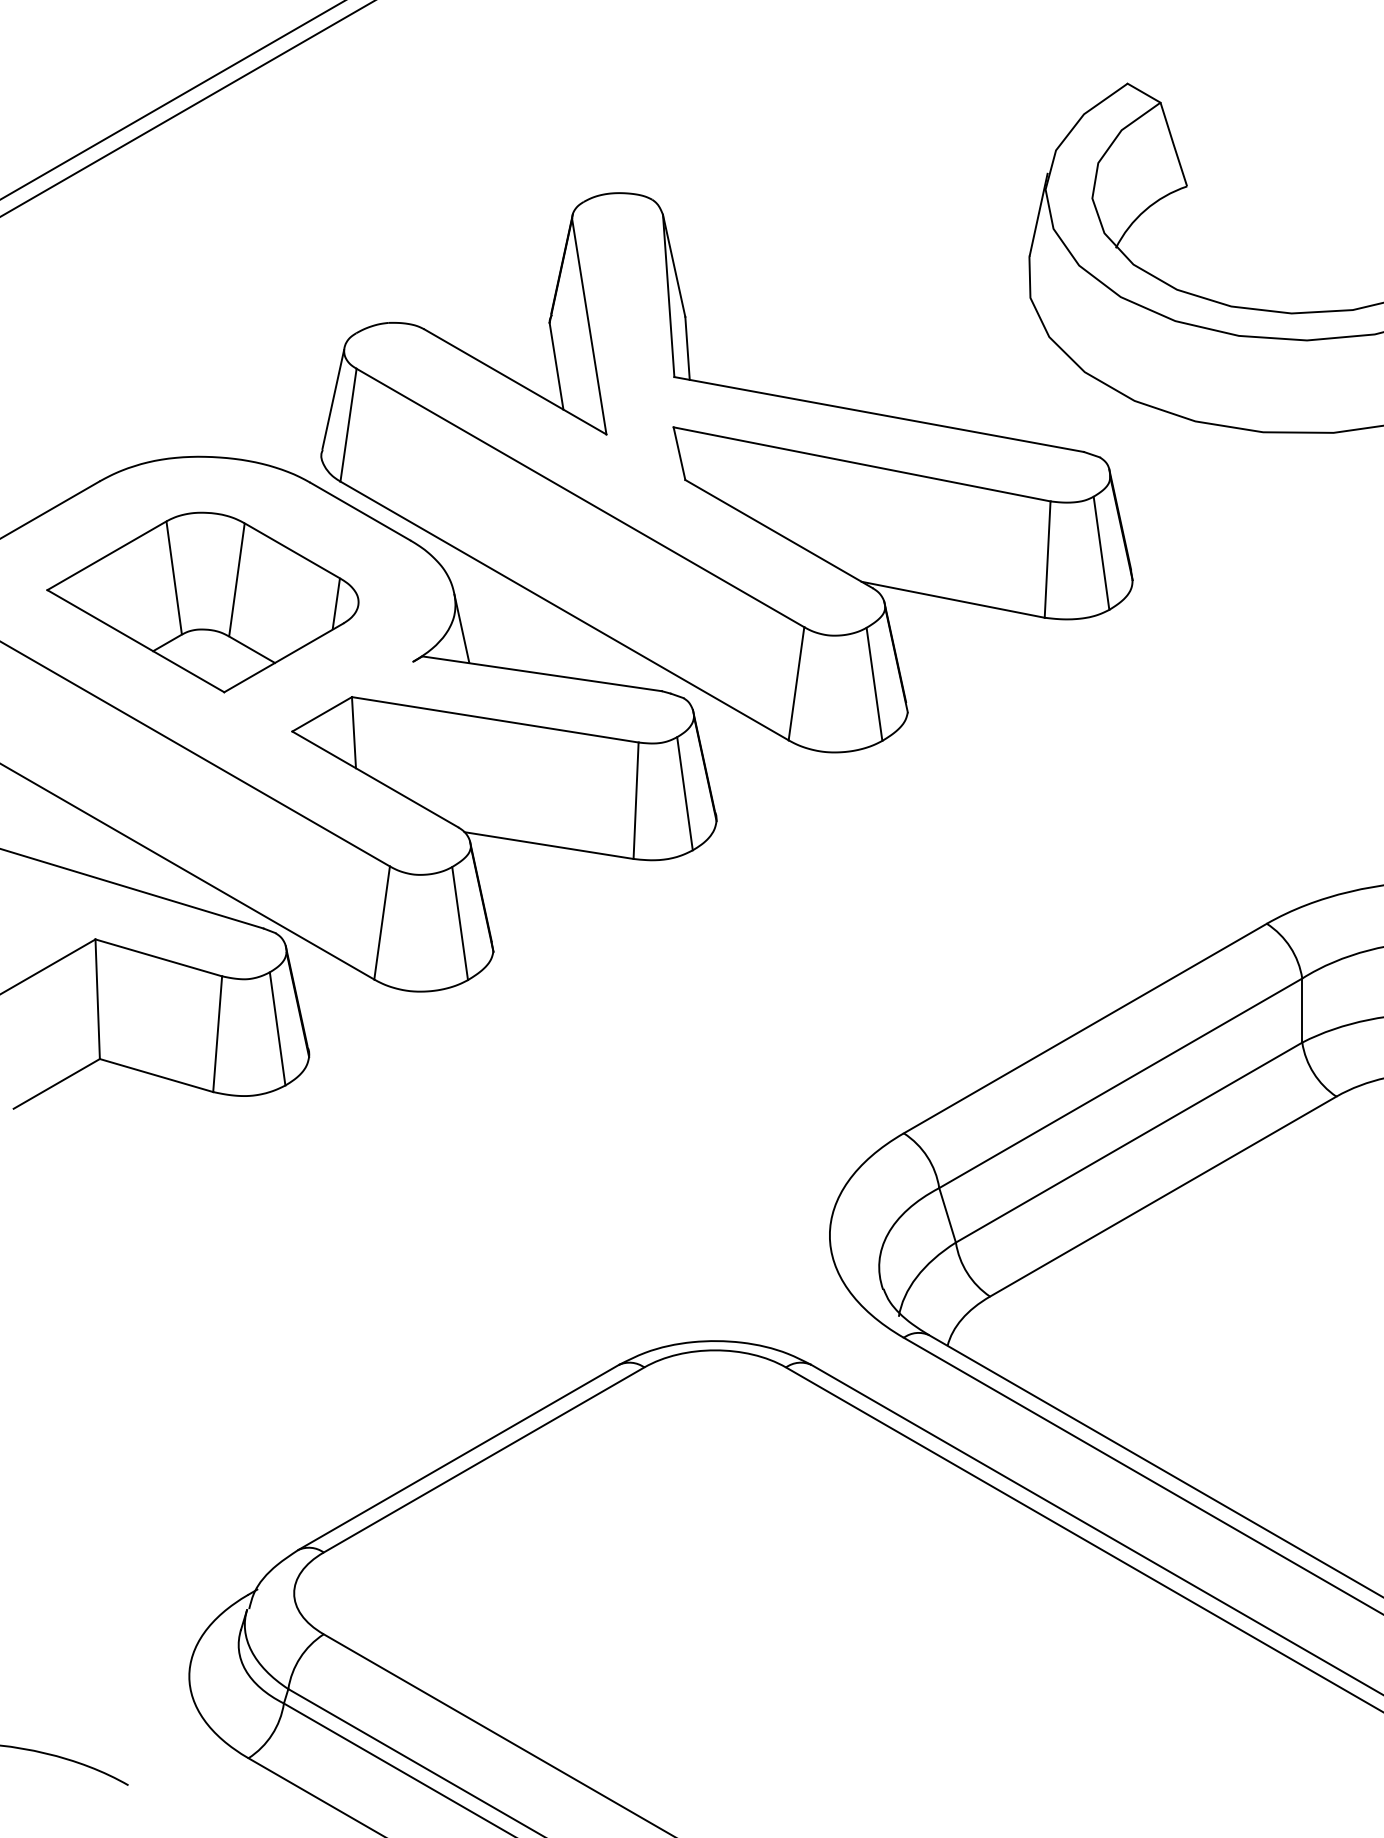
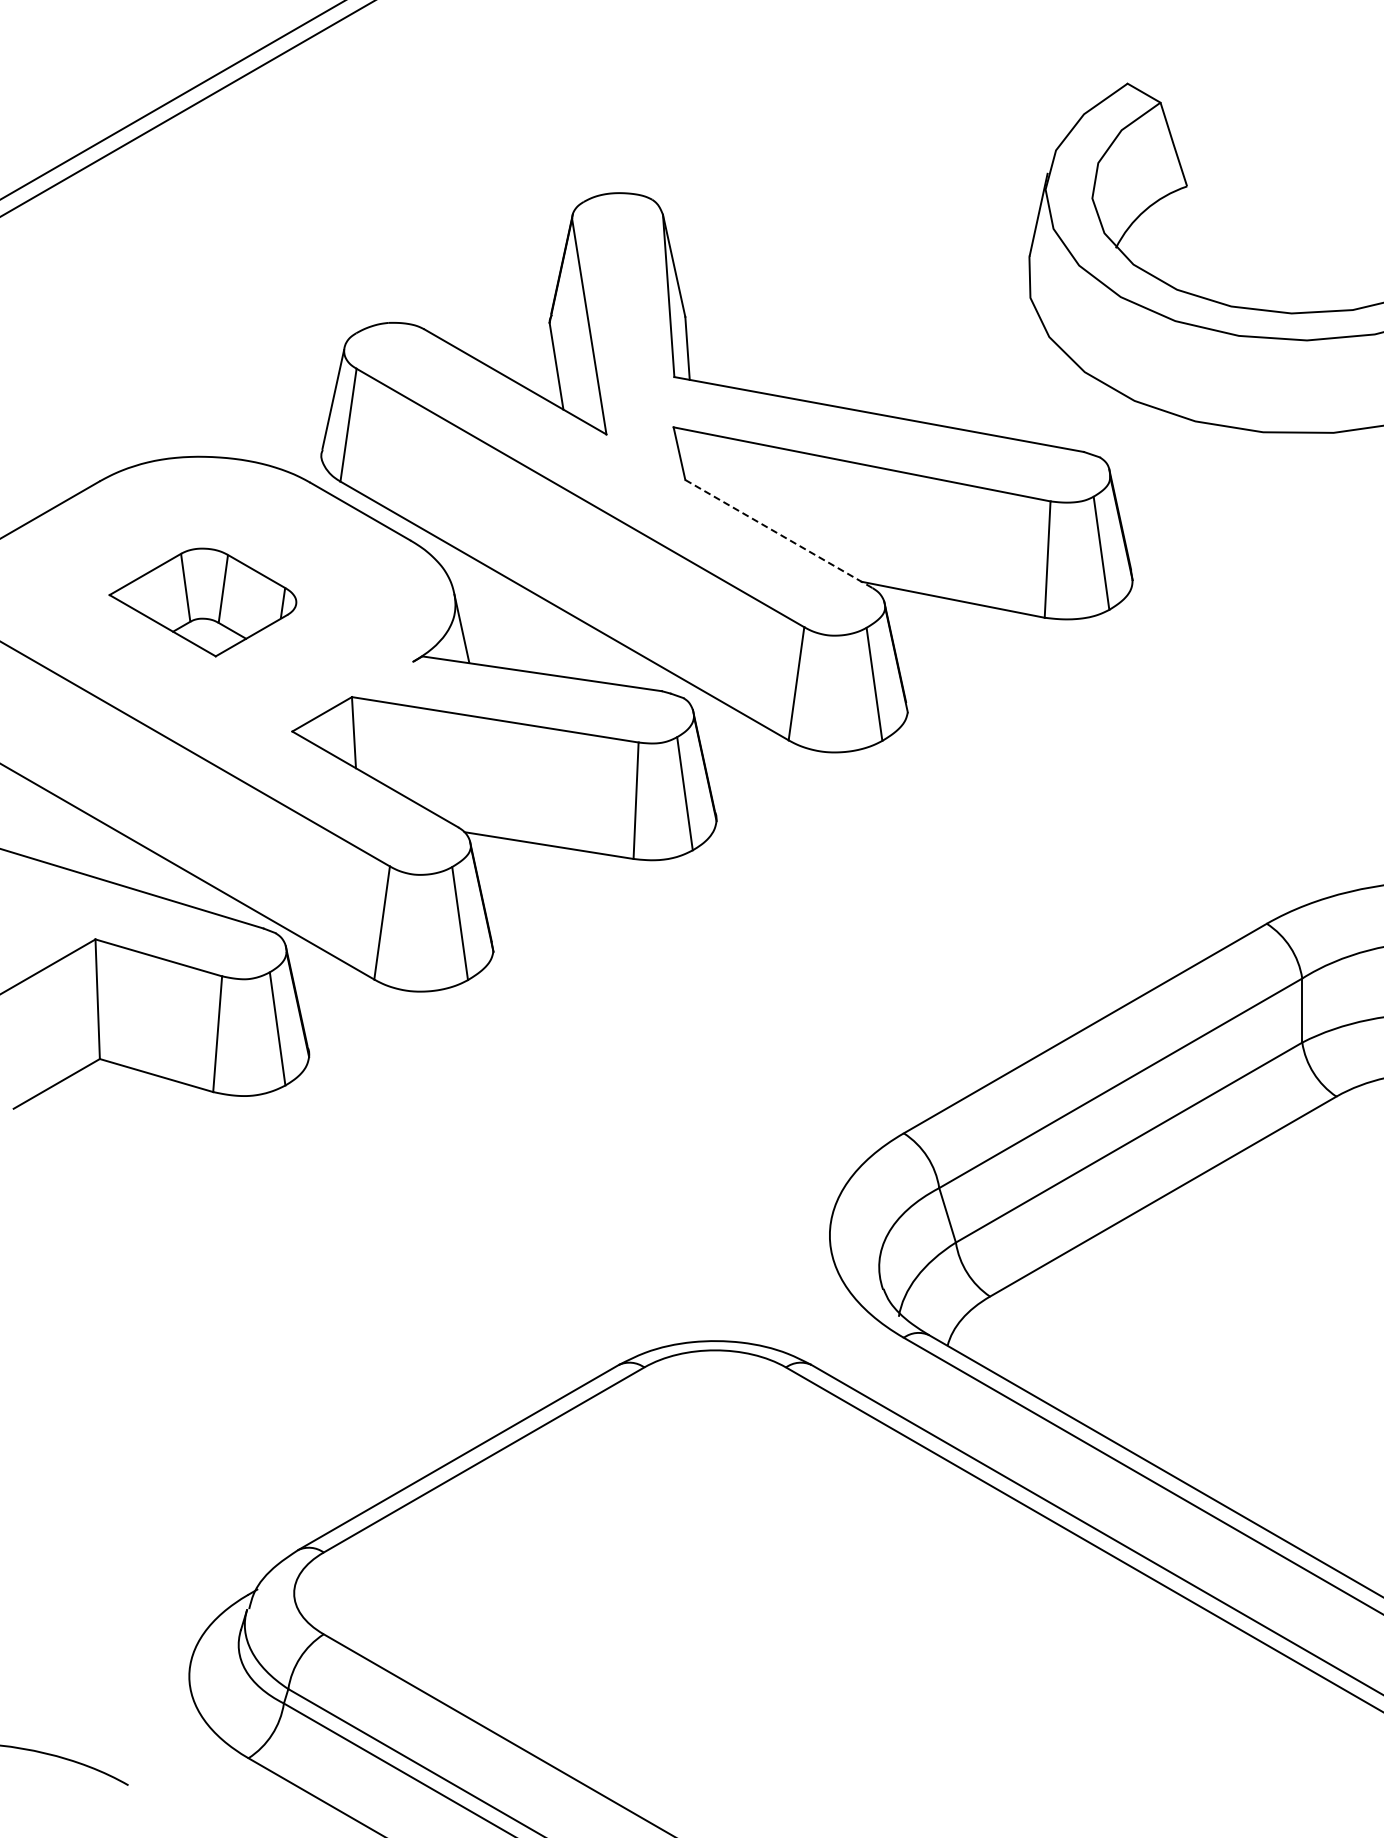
line at (779, 534): solid -> dashed
part at (202, 602) size: 314x183 px -> 190x111 px
